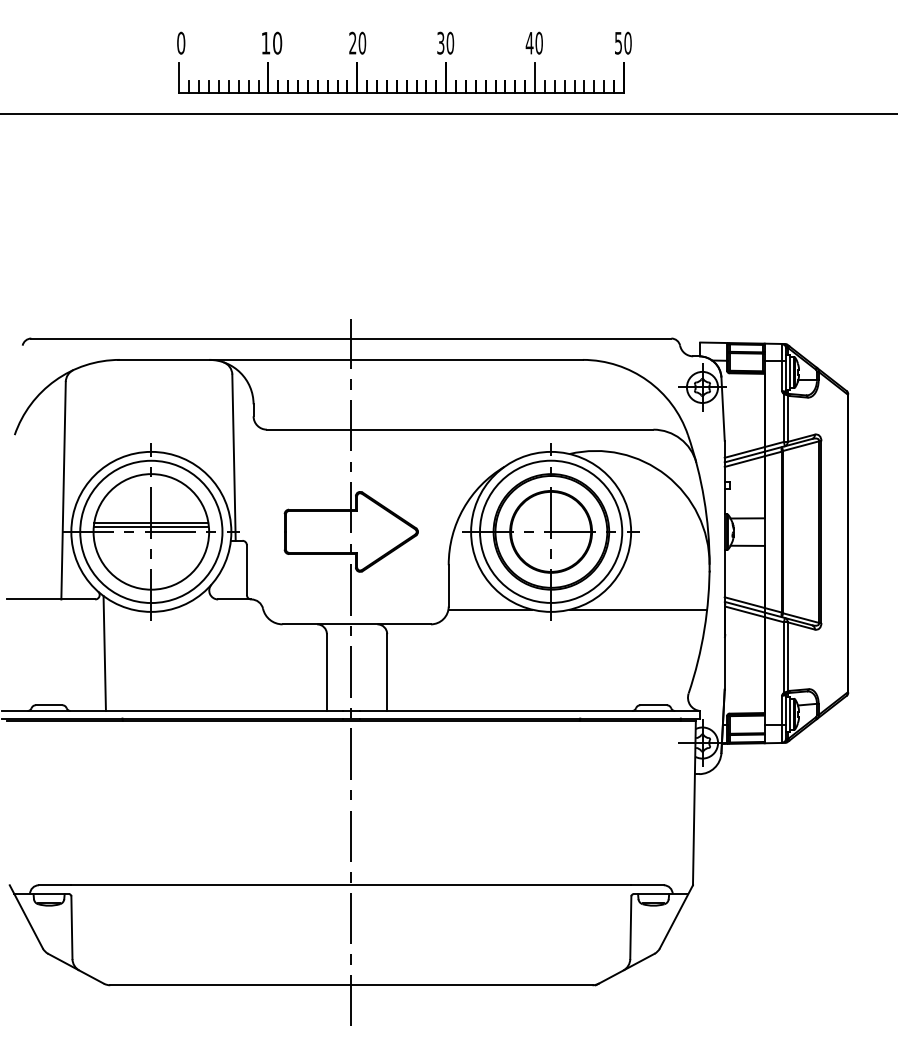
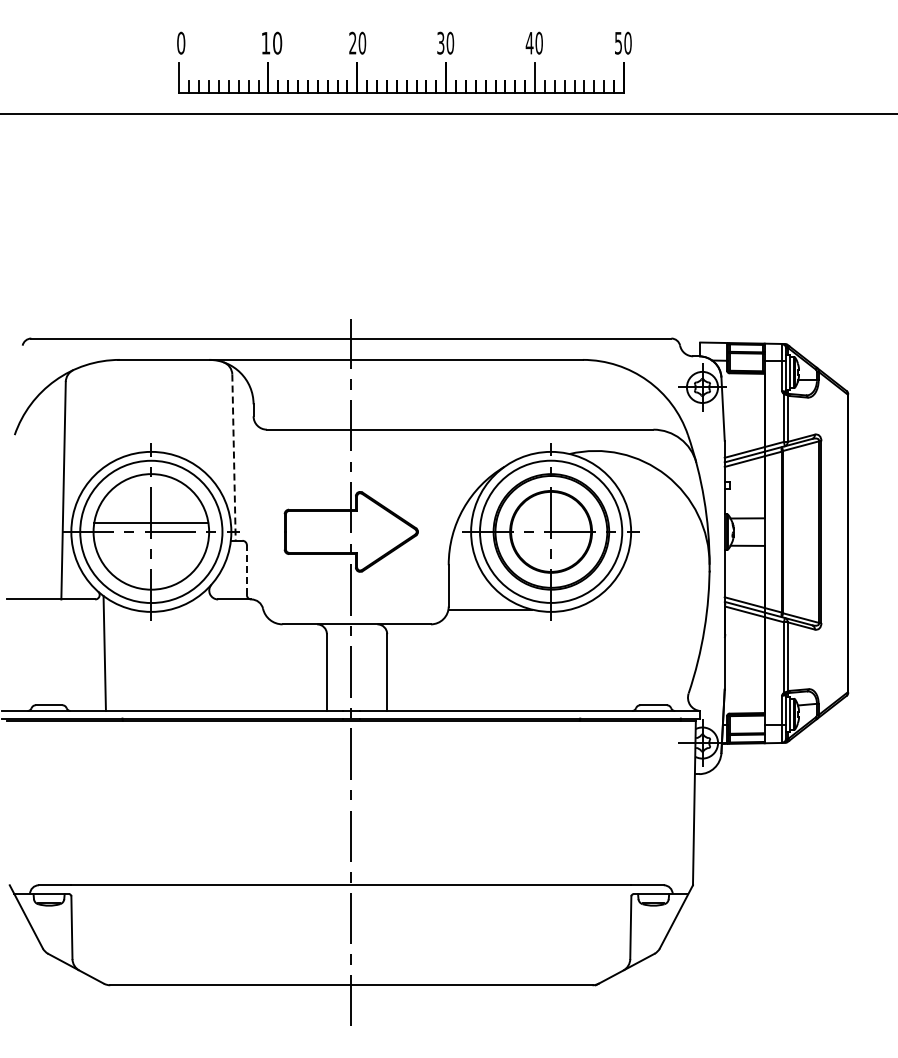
line at (234, 458): solid -> dashed
line at (151, 527): present -> none
line at (246, 570): solid -> dashed
line at (638, 609): present -> none
